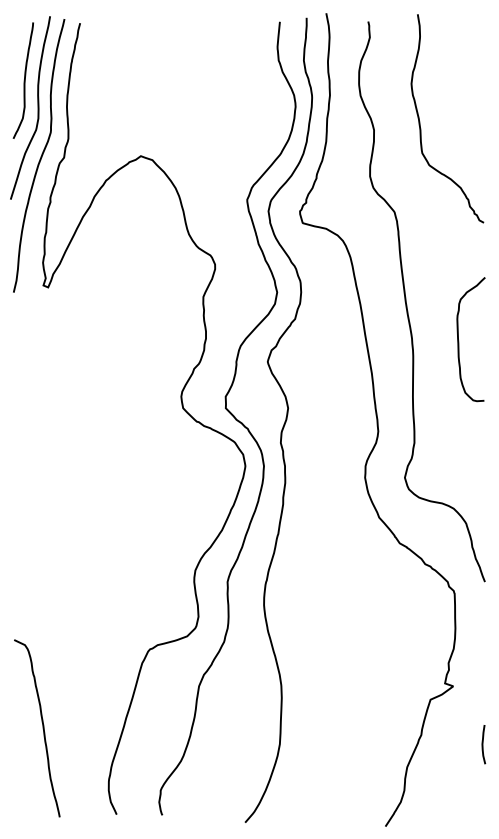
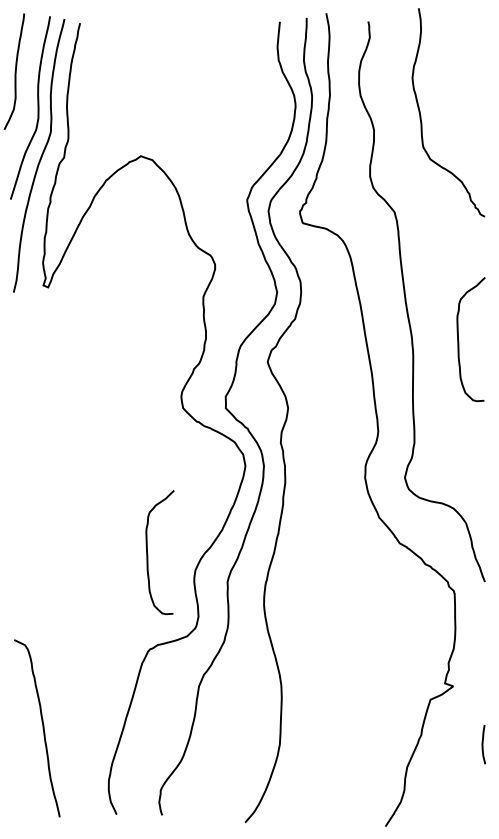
curve at (23, 80) position: (23, 80) -> (14, 71)
curve at (420, 121) position: (420, 121) -> (421, 115)
curve at (148, 553): none -> present
